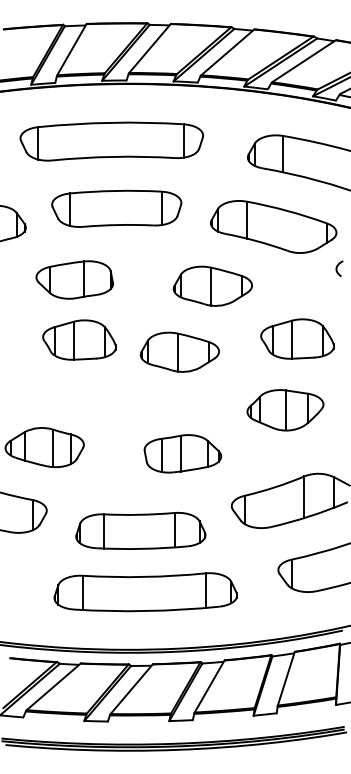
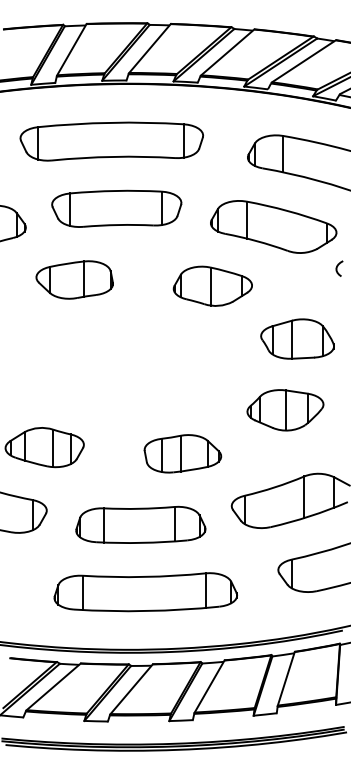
part at (79, 339): present -> none
part at (179, 351): present -> none
part at (140, 530) position: (140, 530) -> (140, 524)
